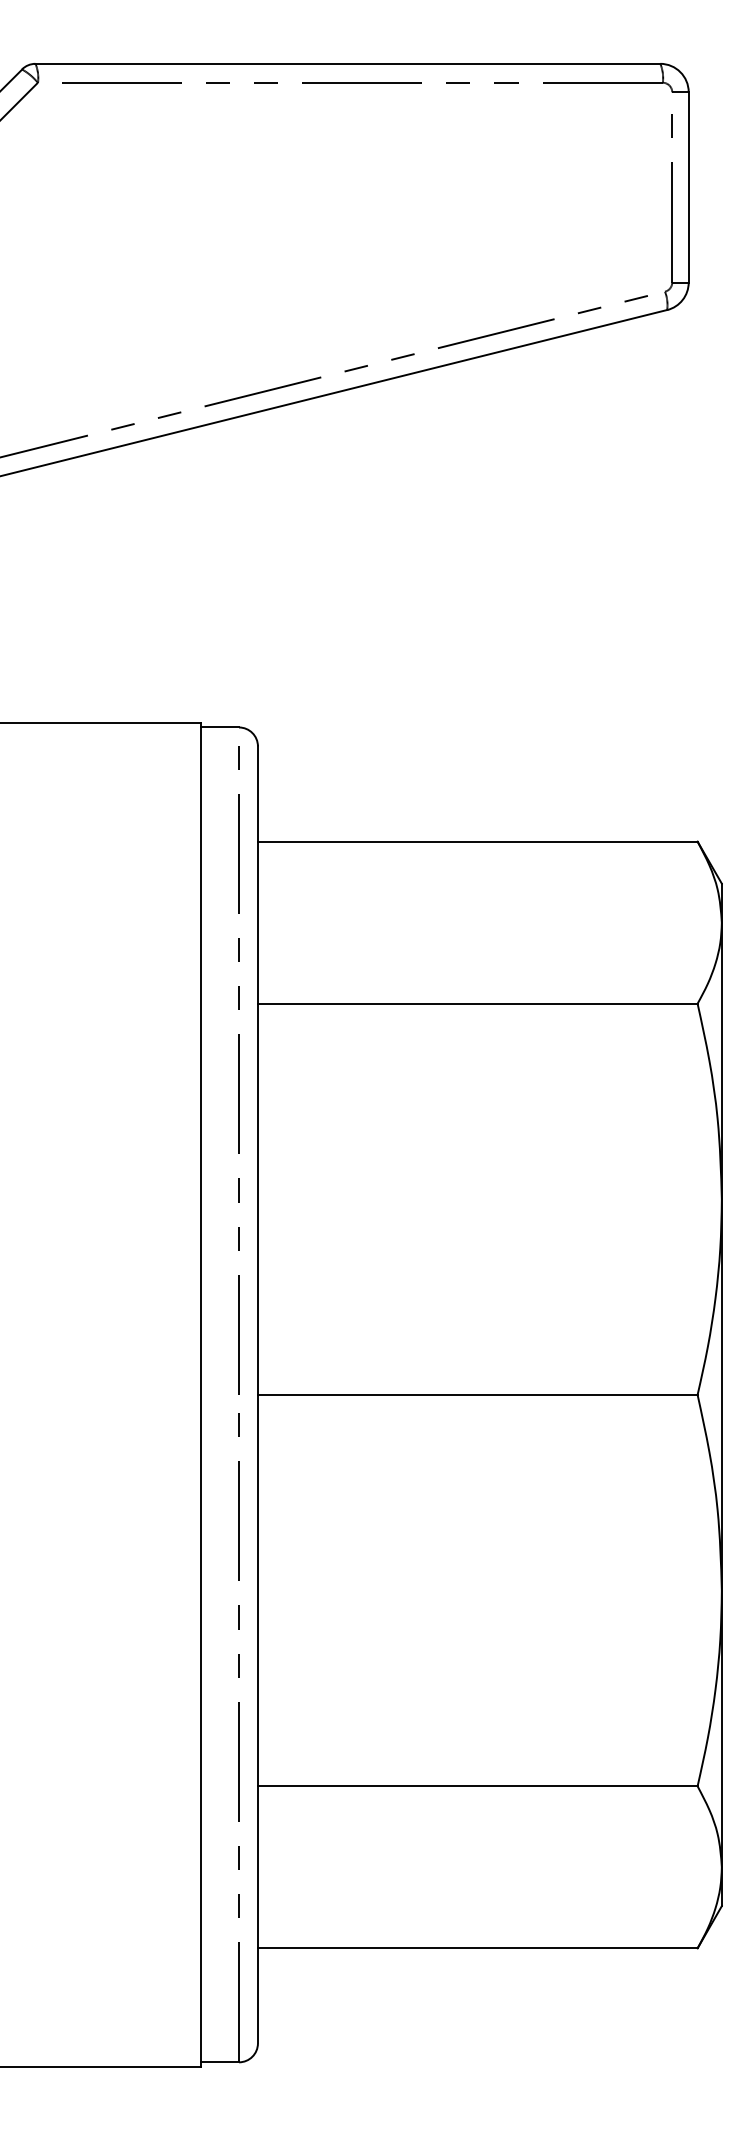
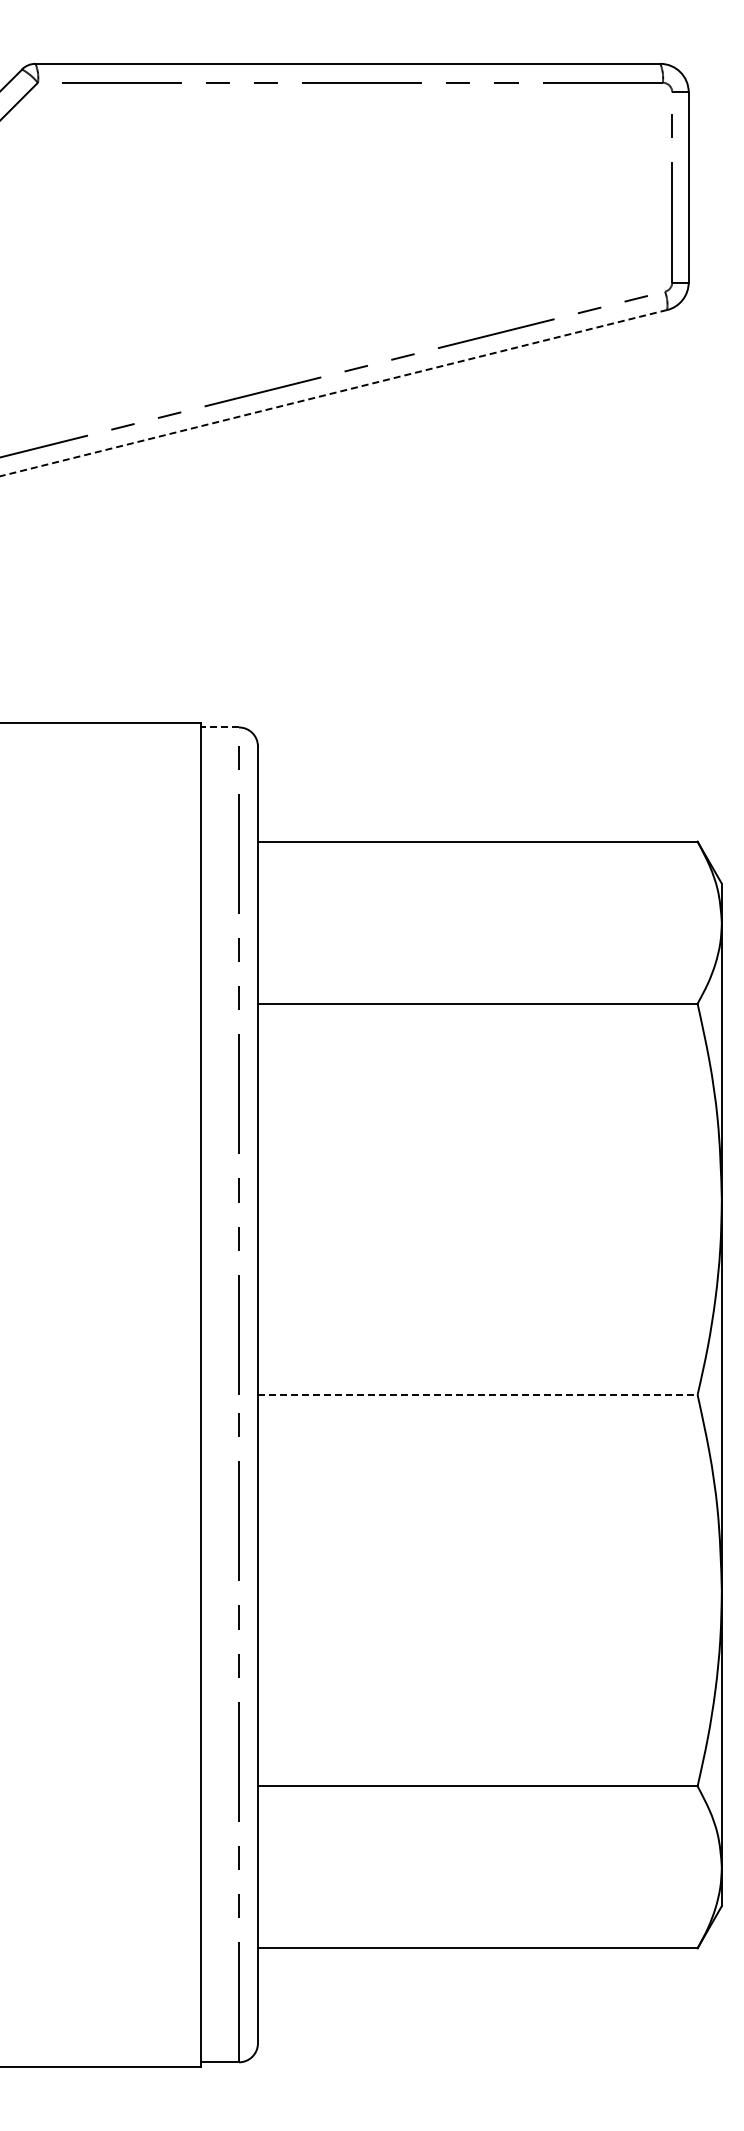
line at (333, 393): solid -> dashed
line at (220, 727): solid -> dashed
line at (477, 1394): solid -> dashed
